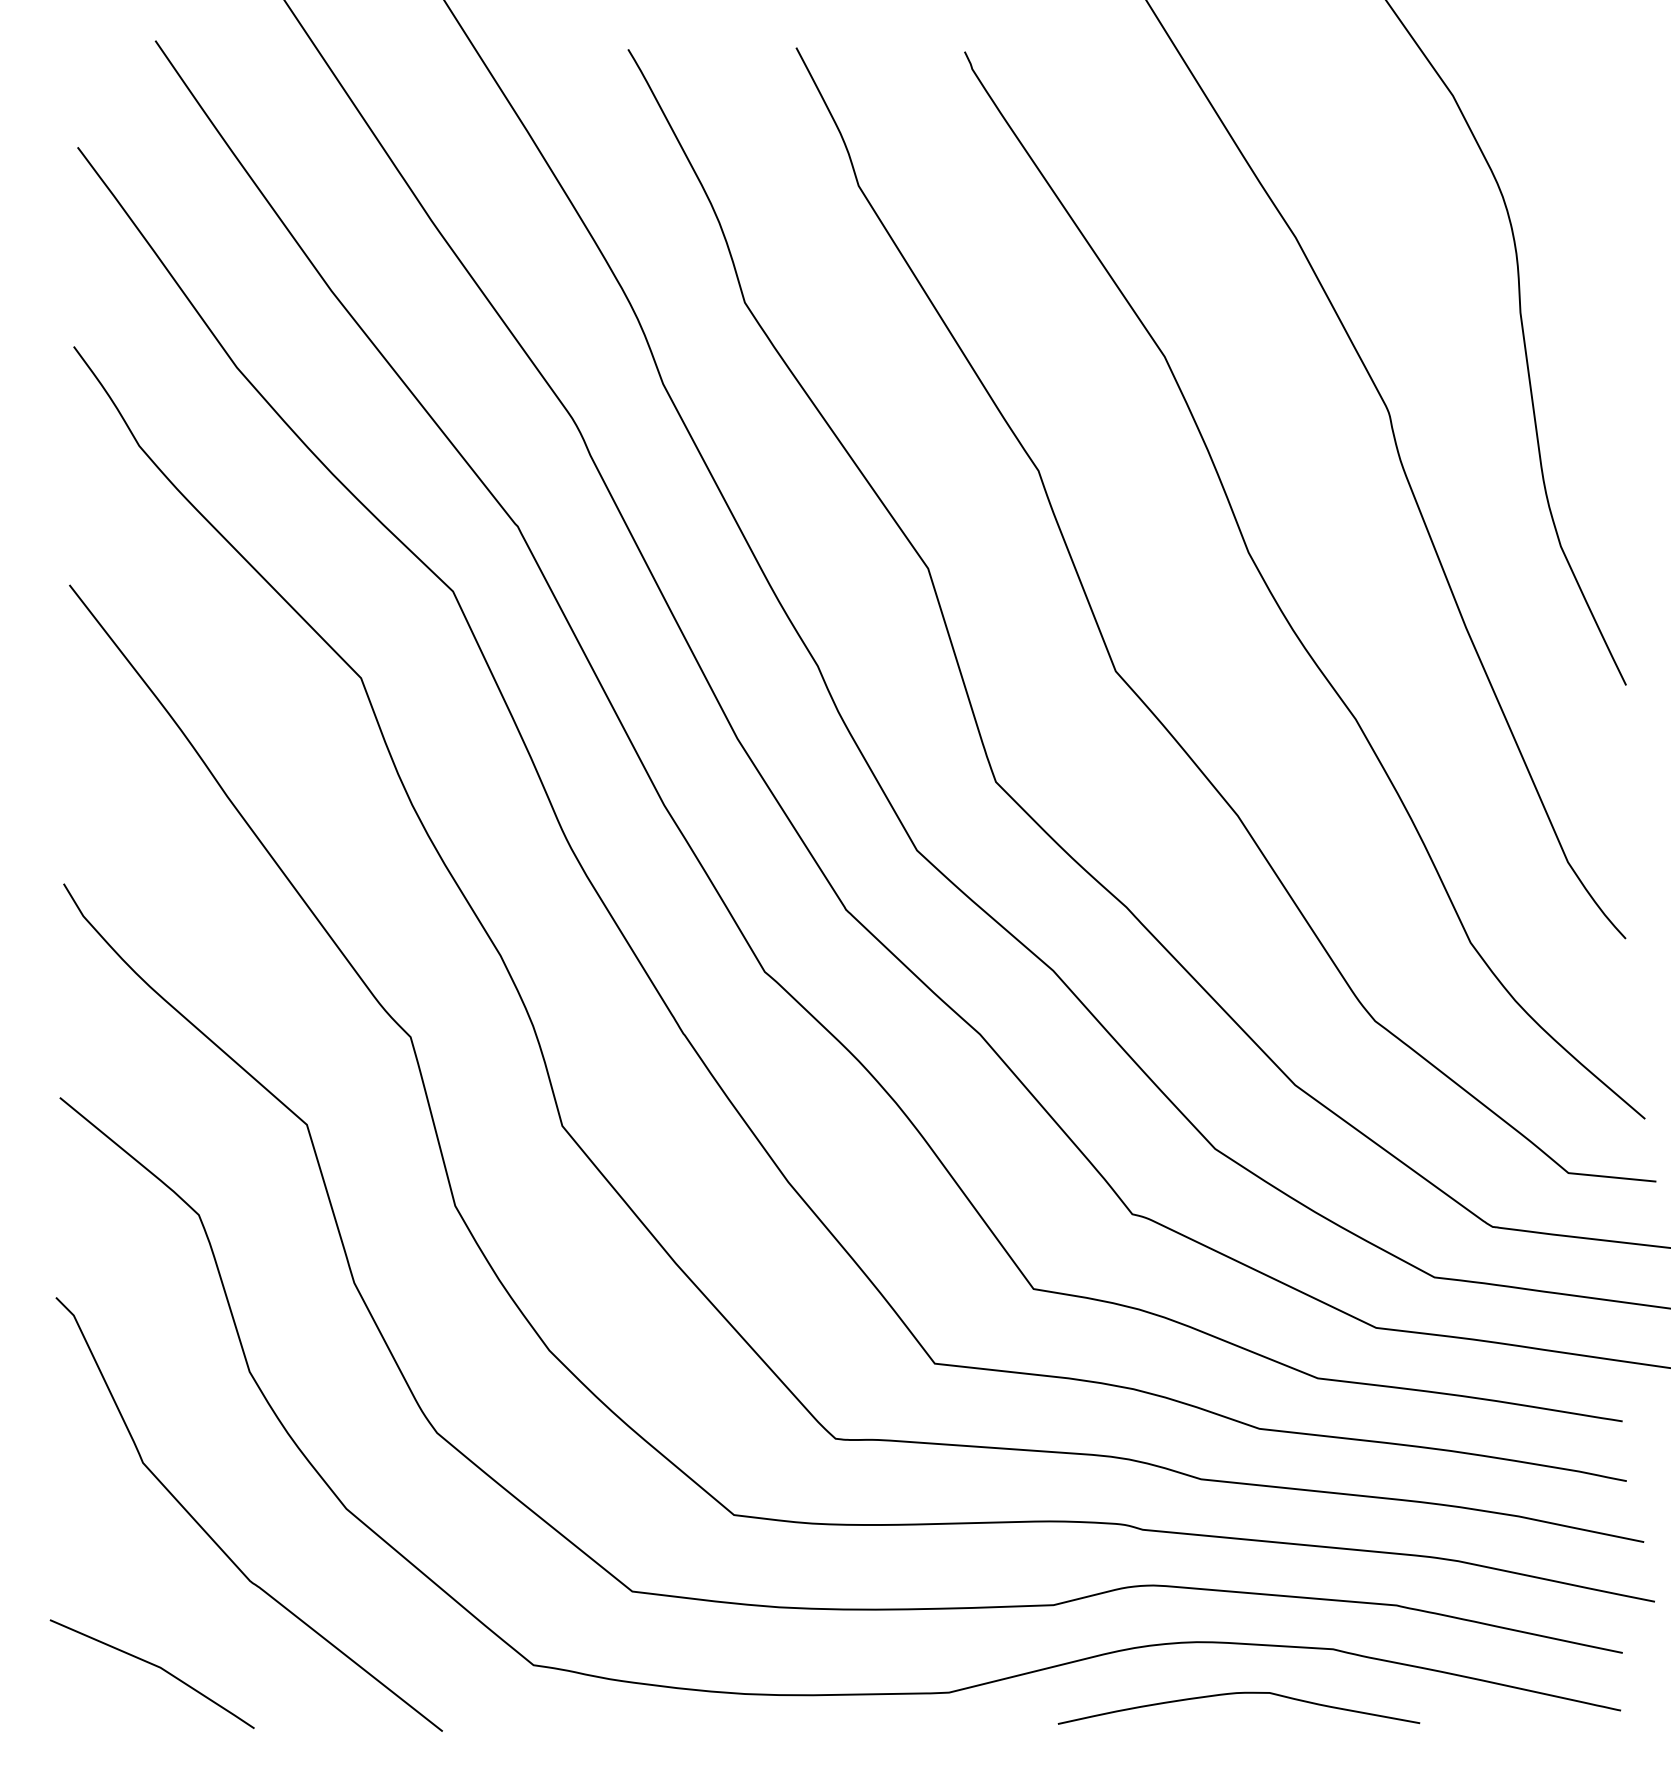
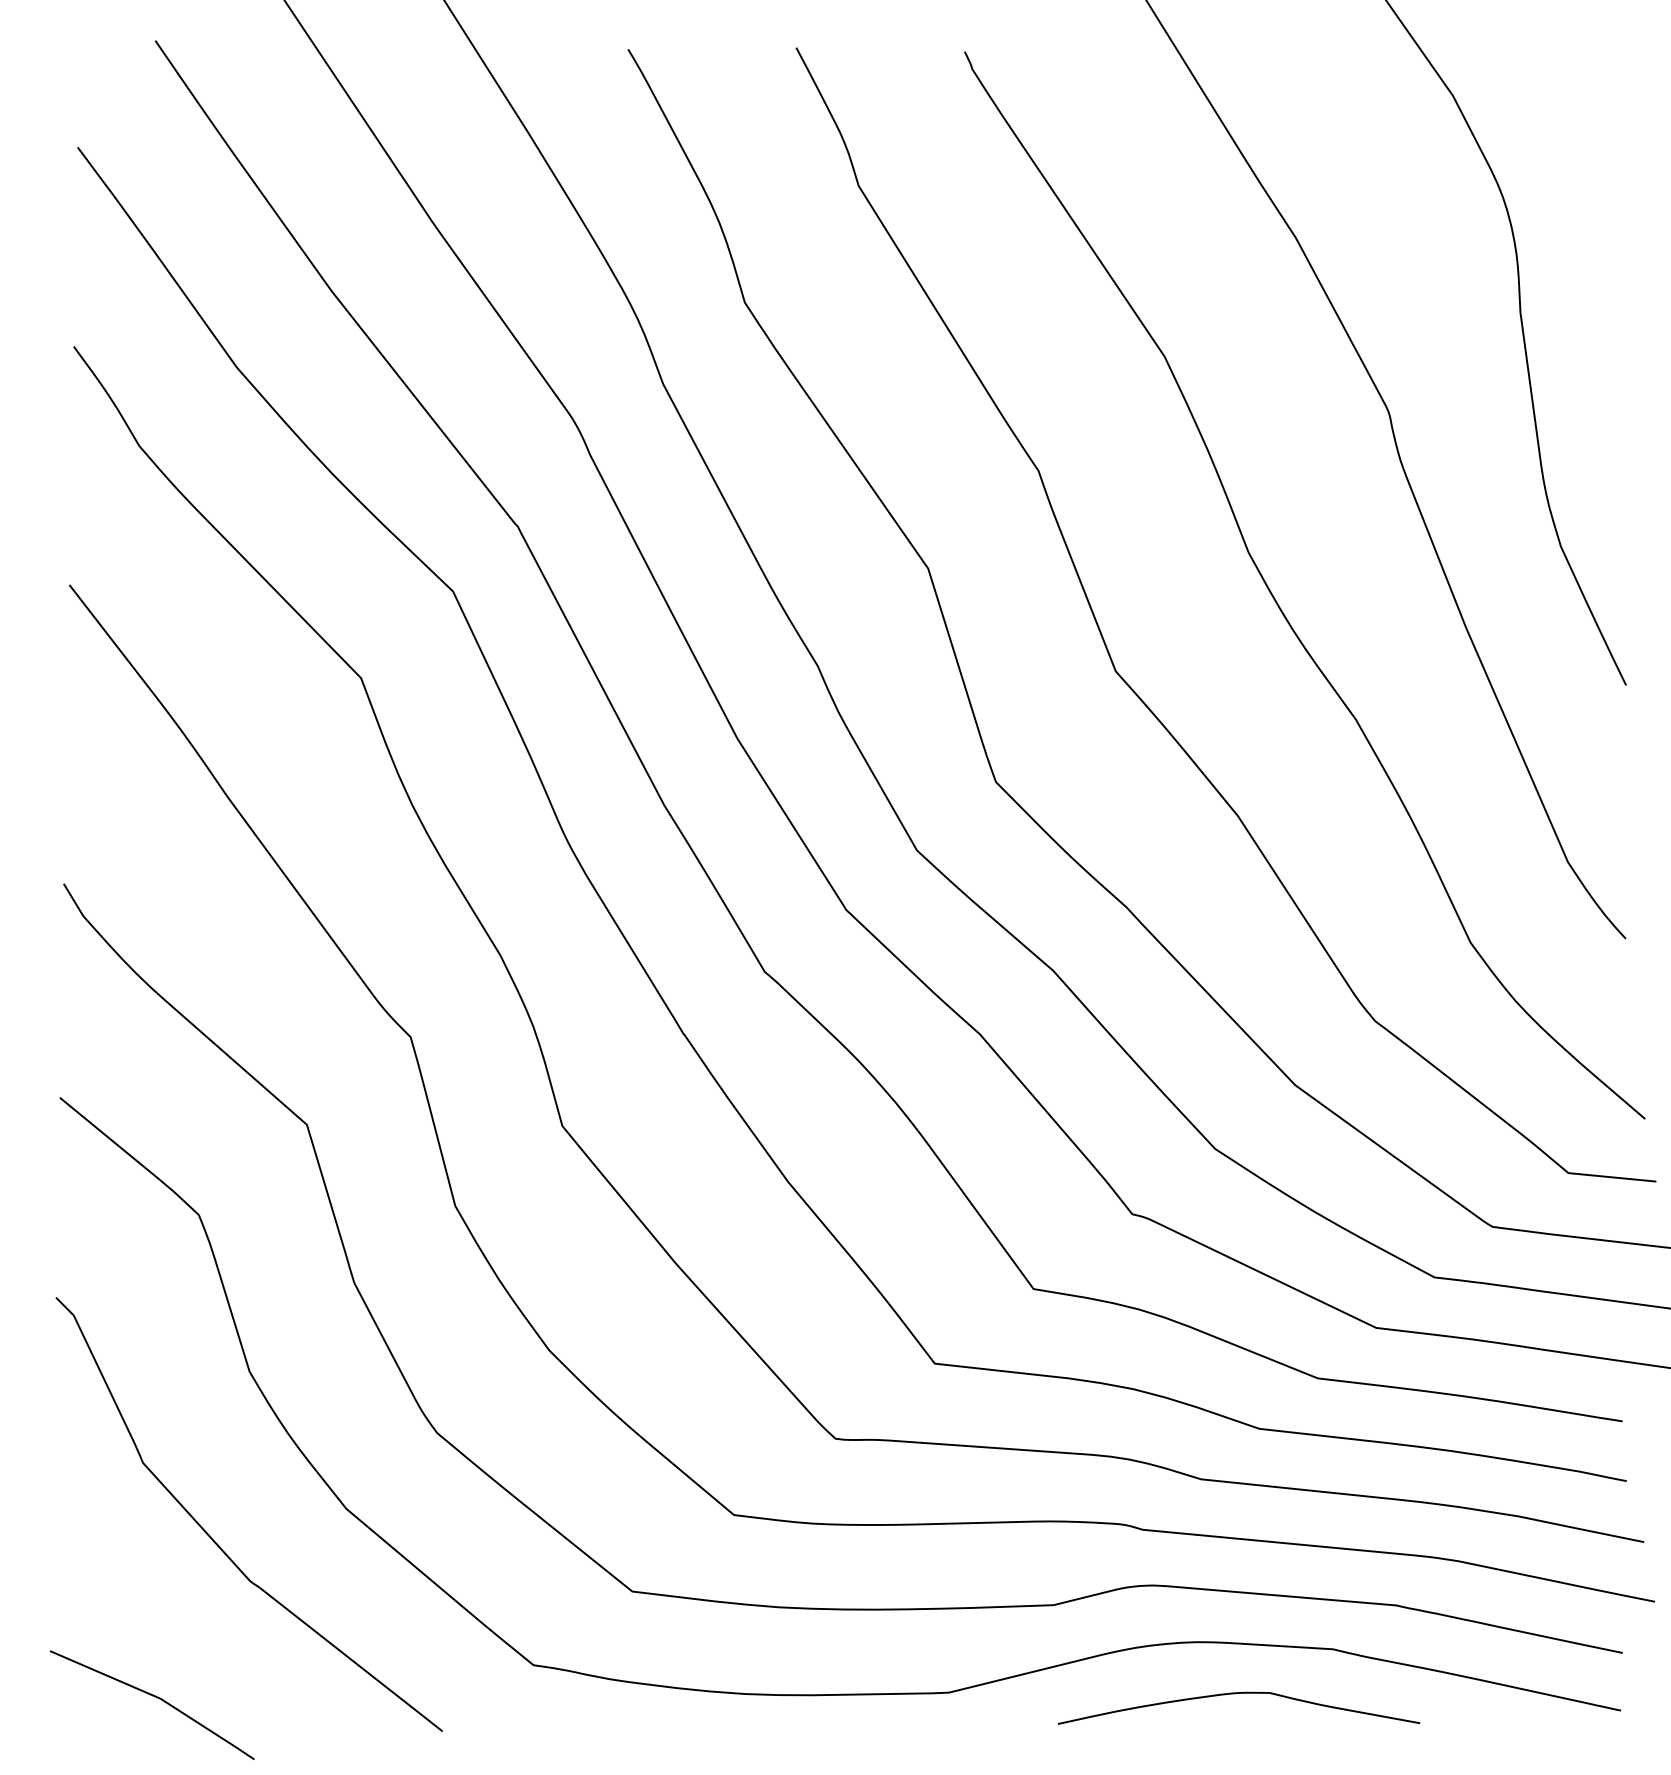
line at (154, 1666) position: (154, 1666) -> (154, 1697)
